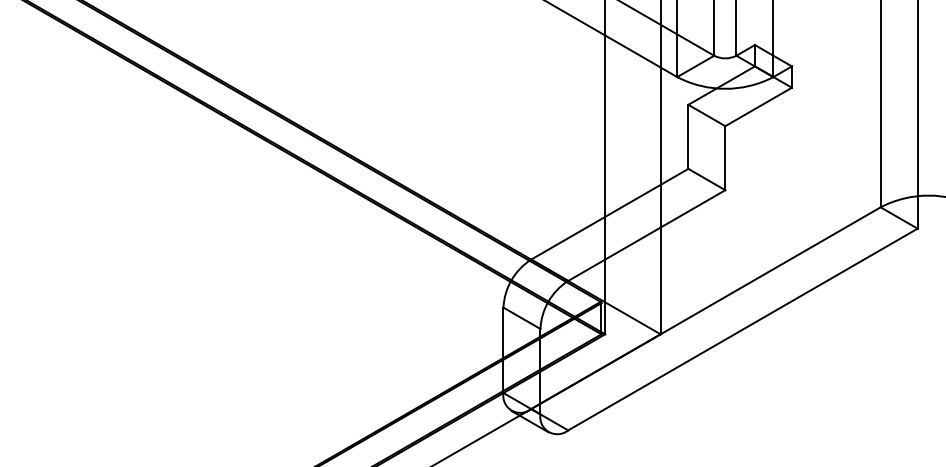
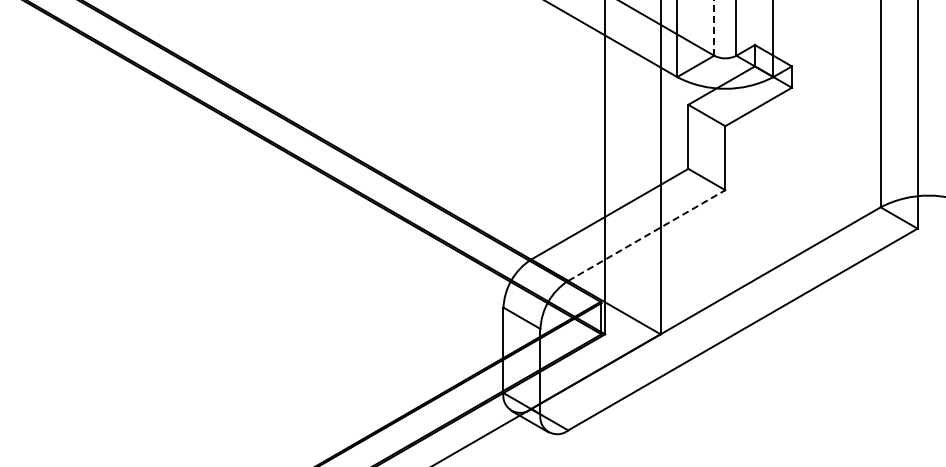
line at (714, 27): solid -> dashed
line at (646, 235): solid -> dashed
